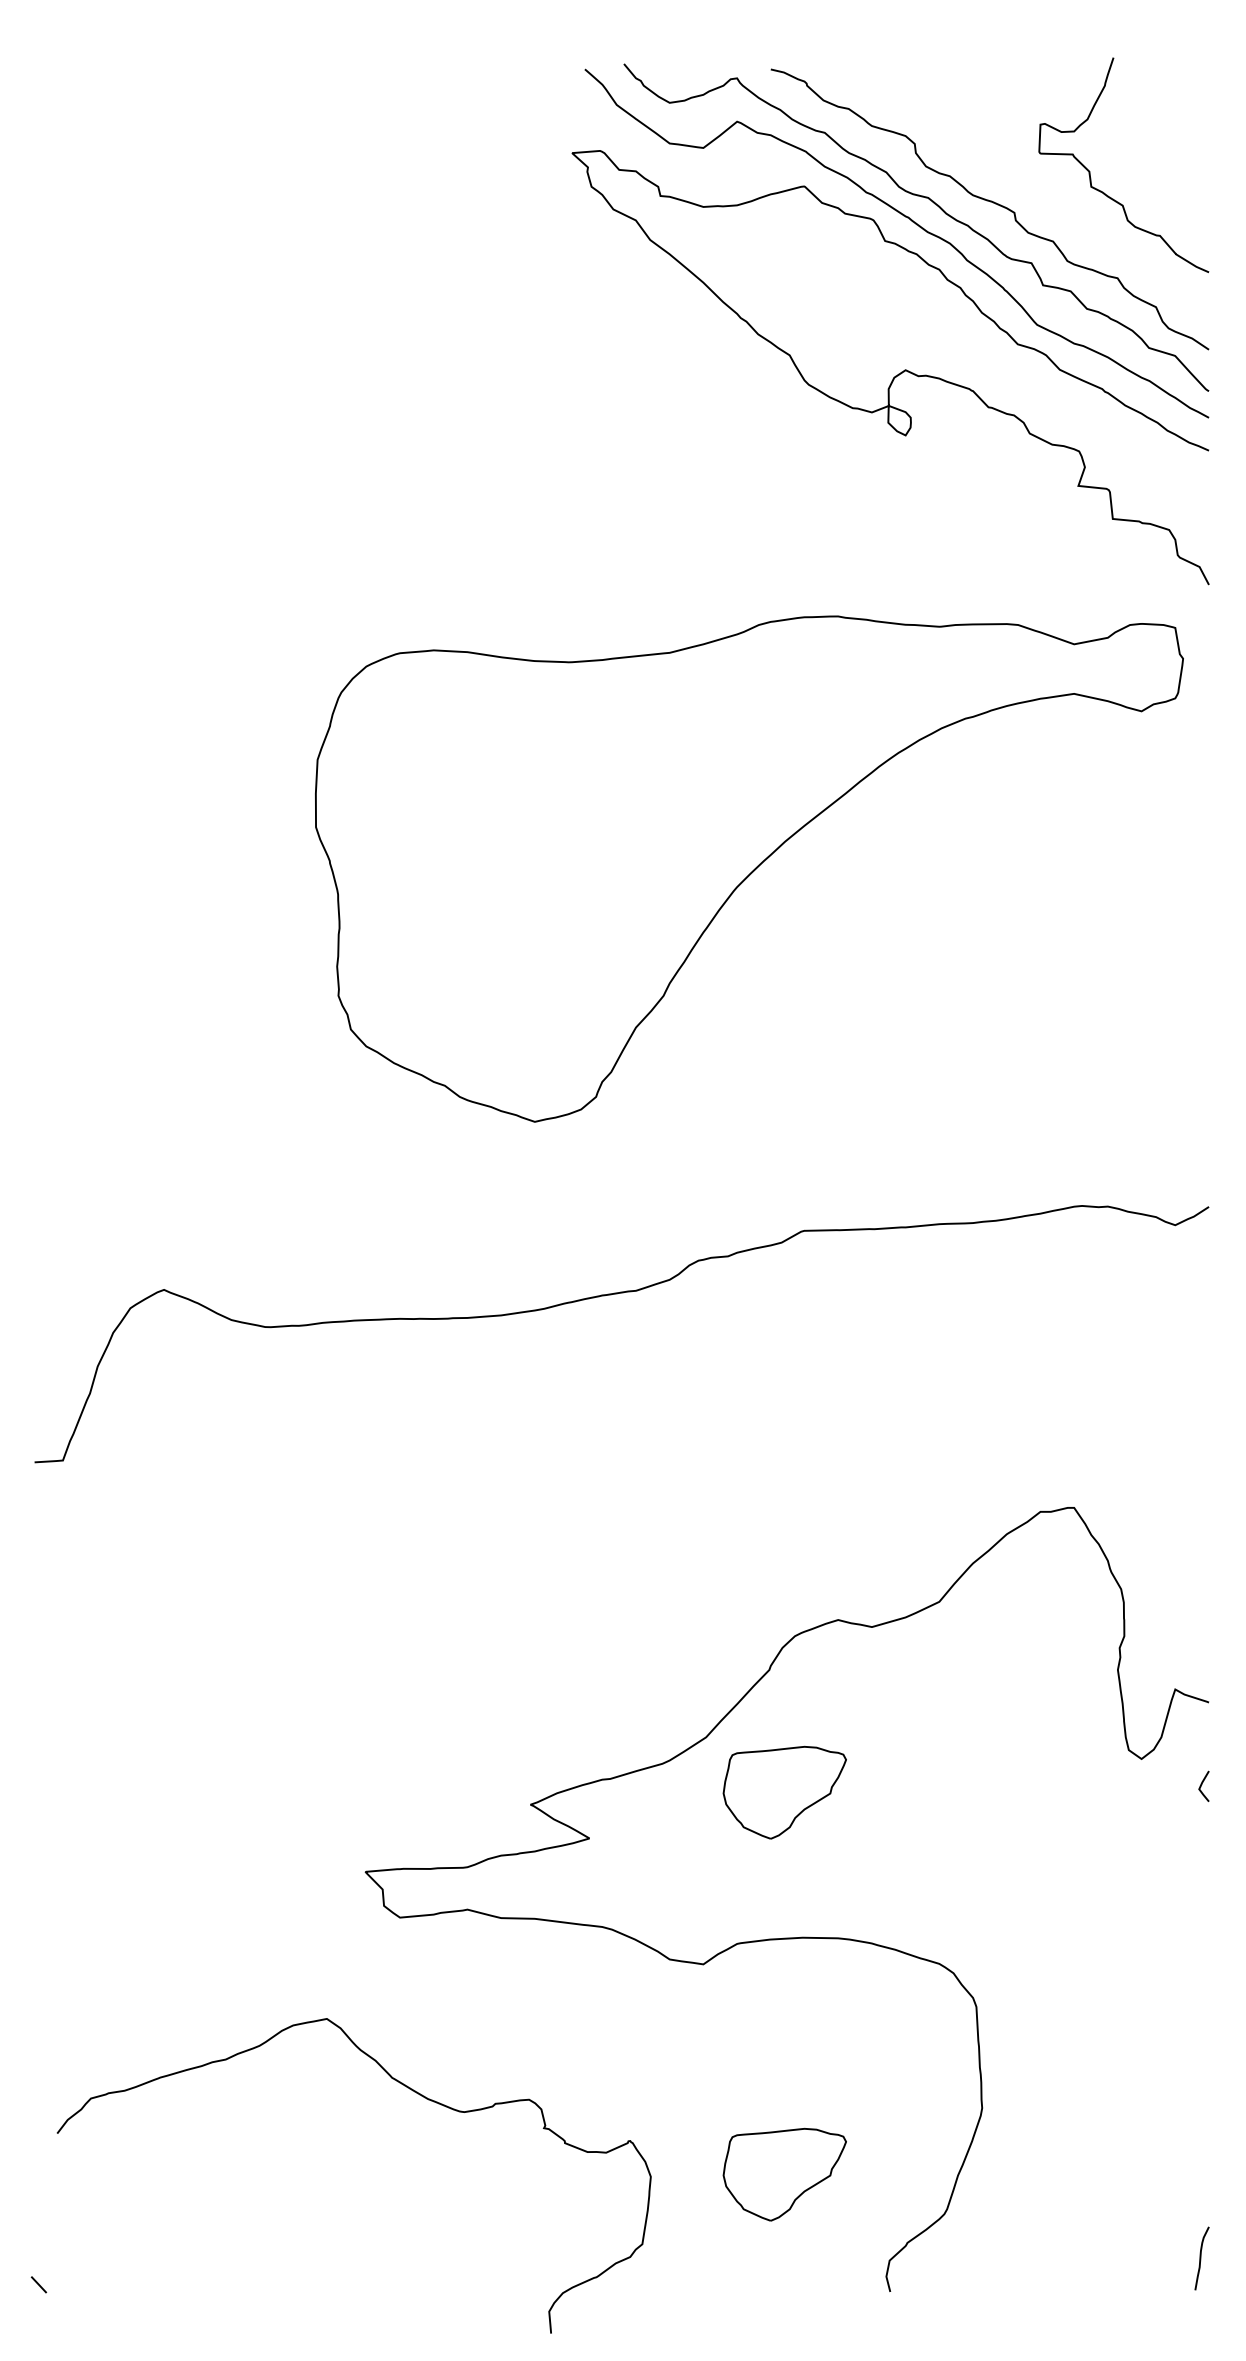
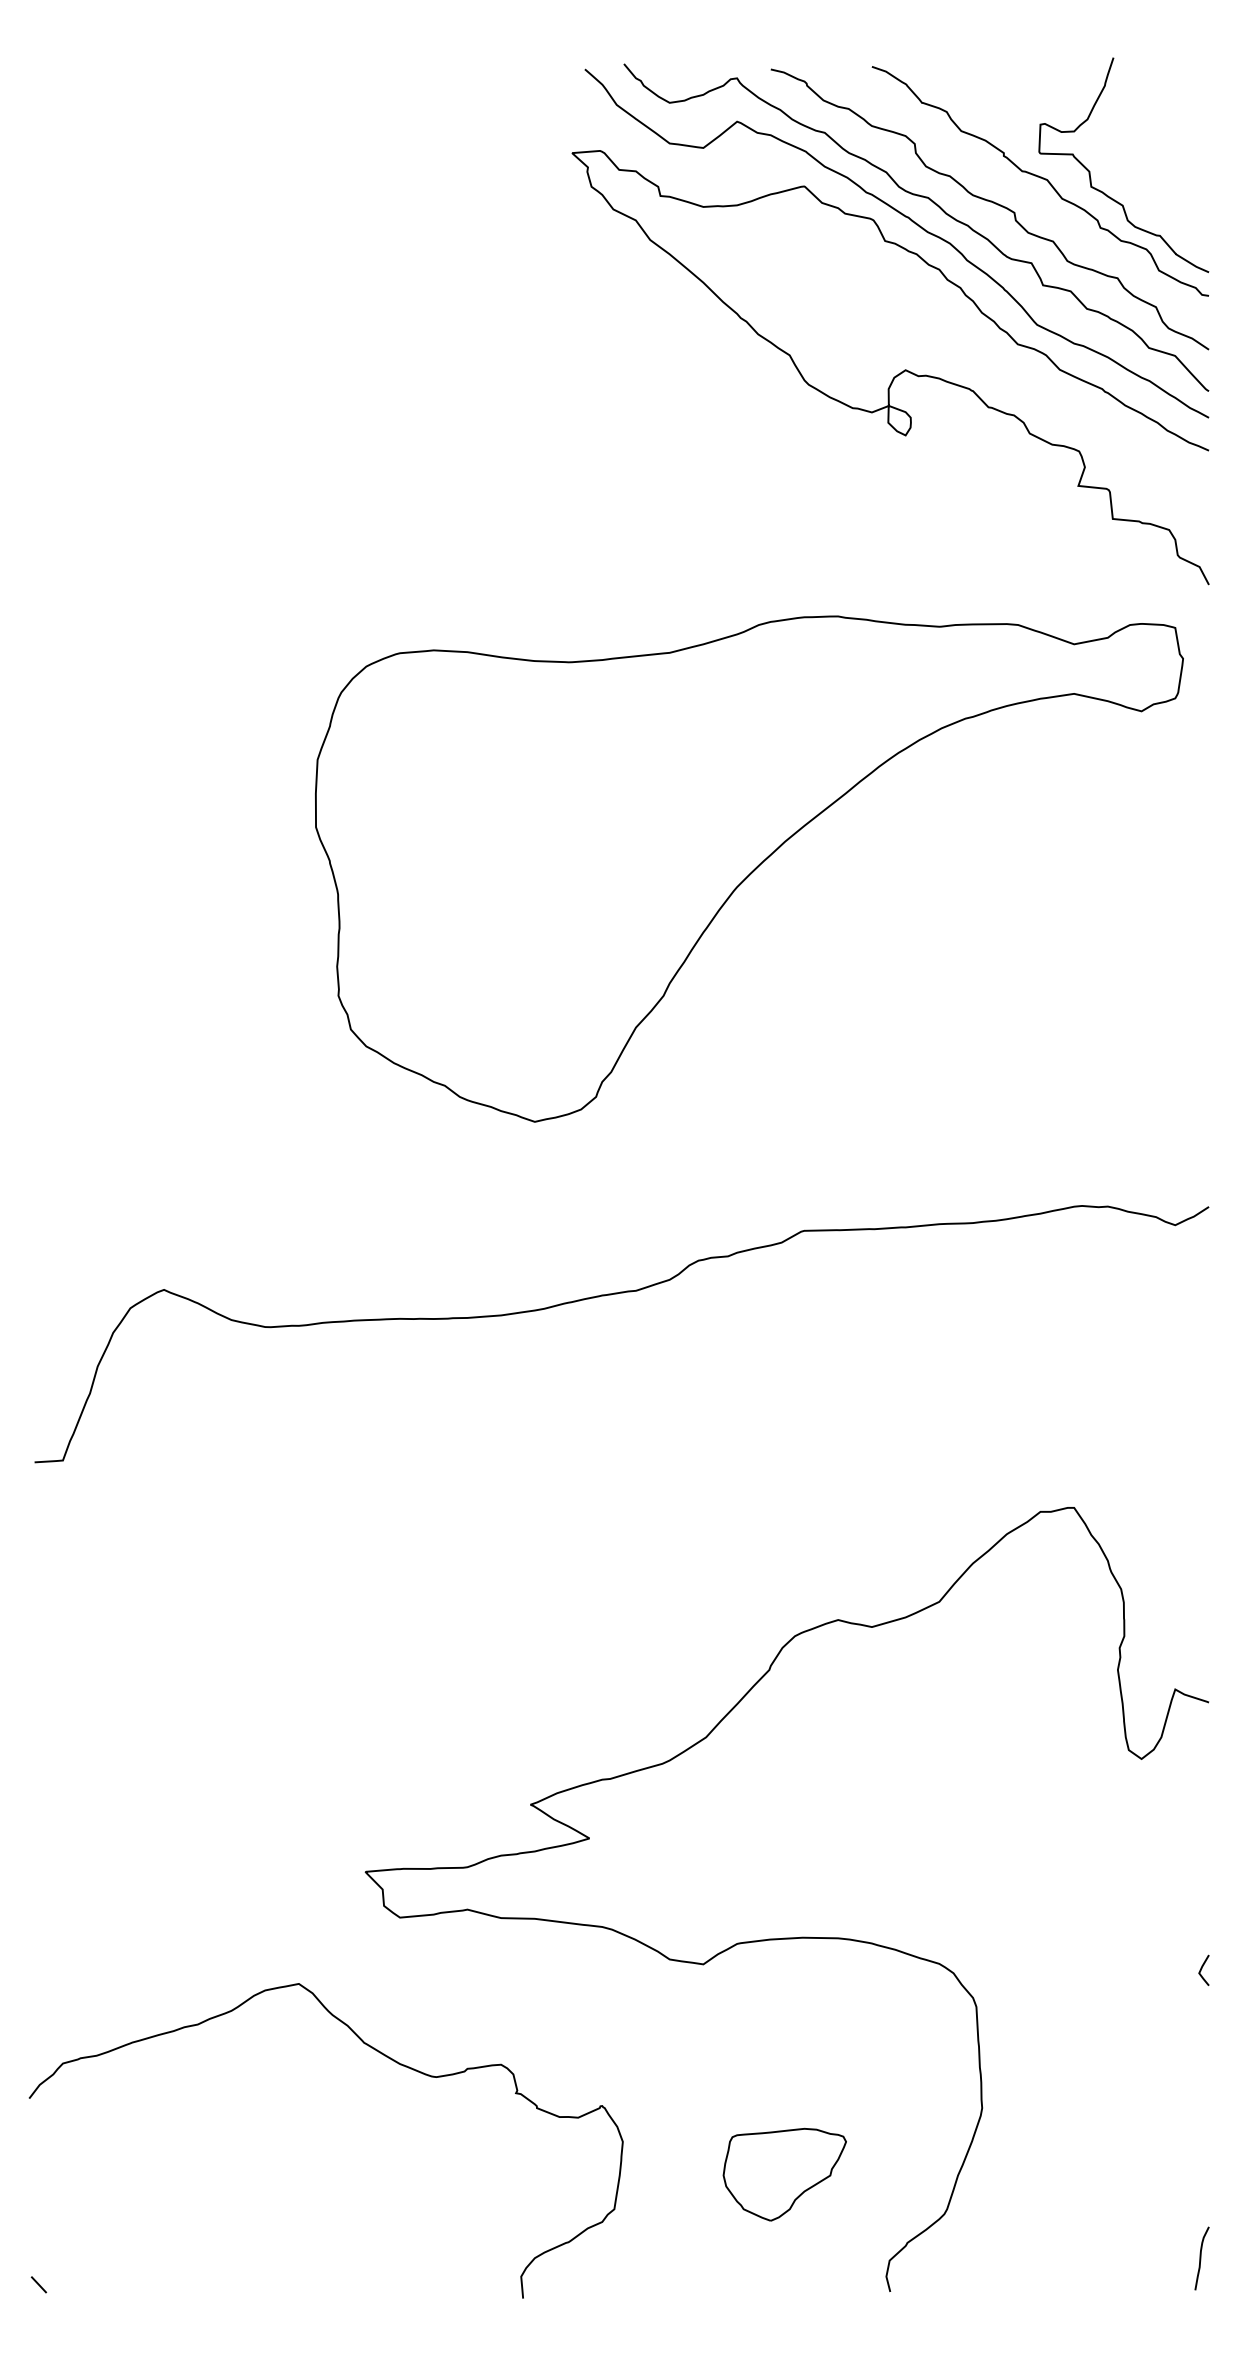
curve at (1040, 178): none -> present
line at (1202, 1784) position: (1202, 1784) -> (1202, 1968)
part at (784, 1792): present -> none
curve at (404, 2086) position: (404, 2086) -> (376, 2051)
